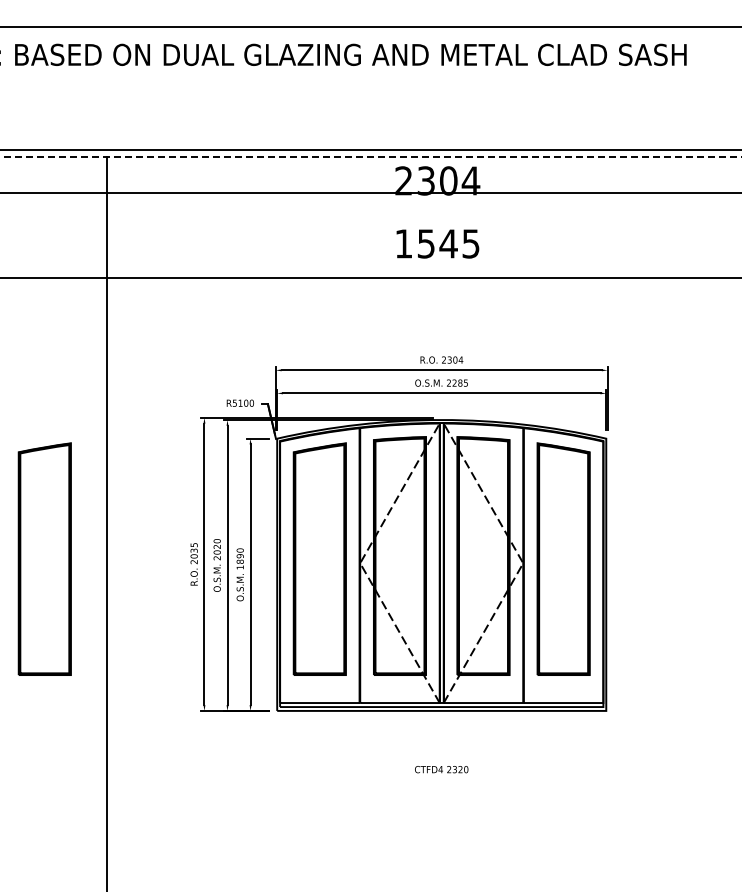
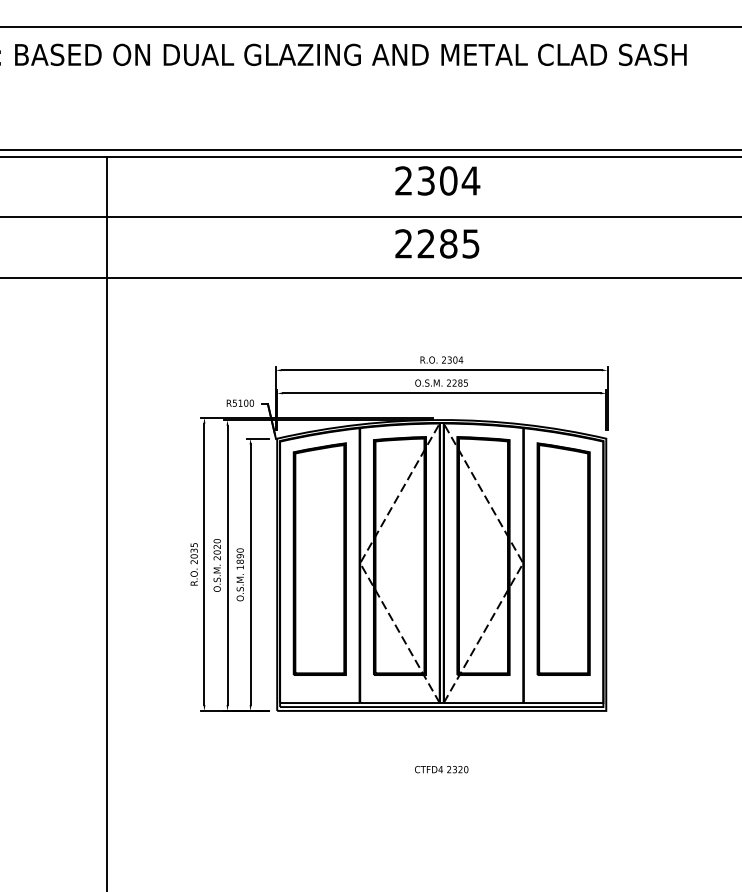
line at (371, 157): dashed -> solid
line at (370, 193) position: (370, 193) -> (370, 217)
text at (426, 243): 1545 -> 2285
part at (44, 558): present -> none
